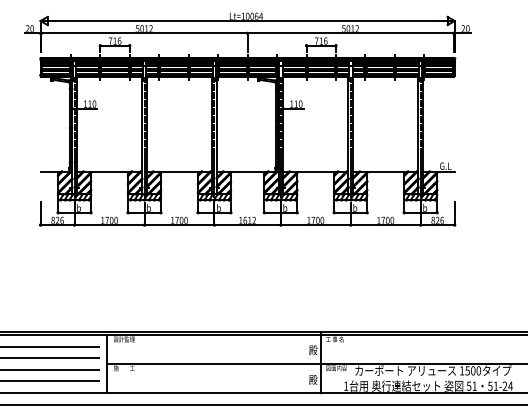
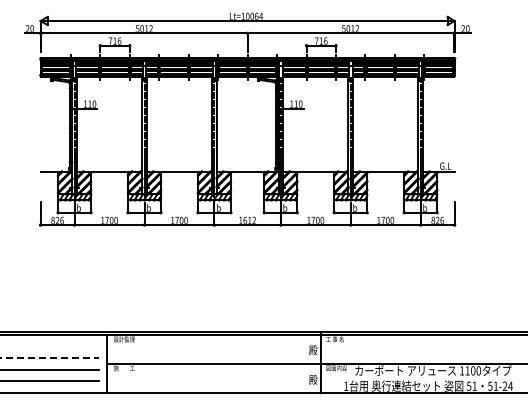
line at (50, 346): present -> none
line at (50, 358): solid -> dashed
text at (467, 370): 1500 -> 1100
line at (263, 405): present -> none
